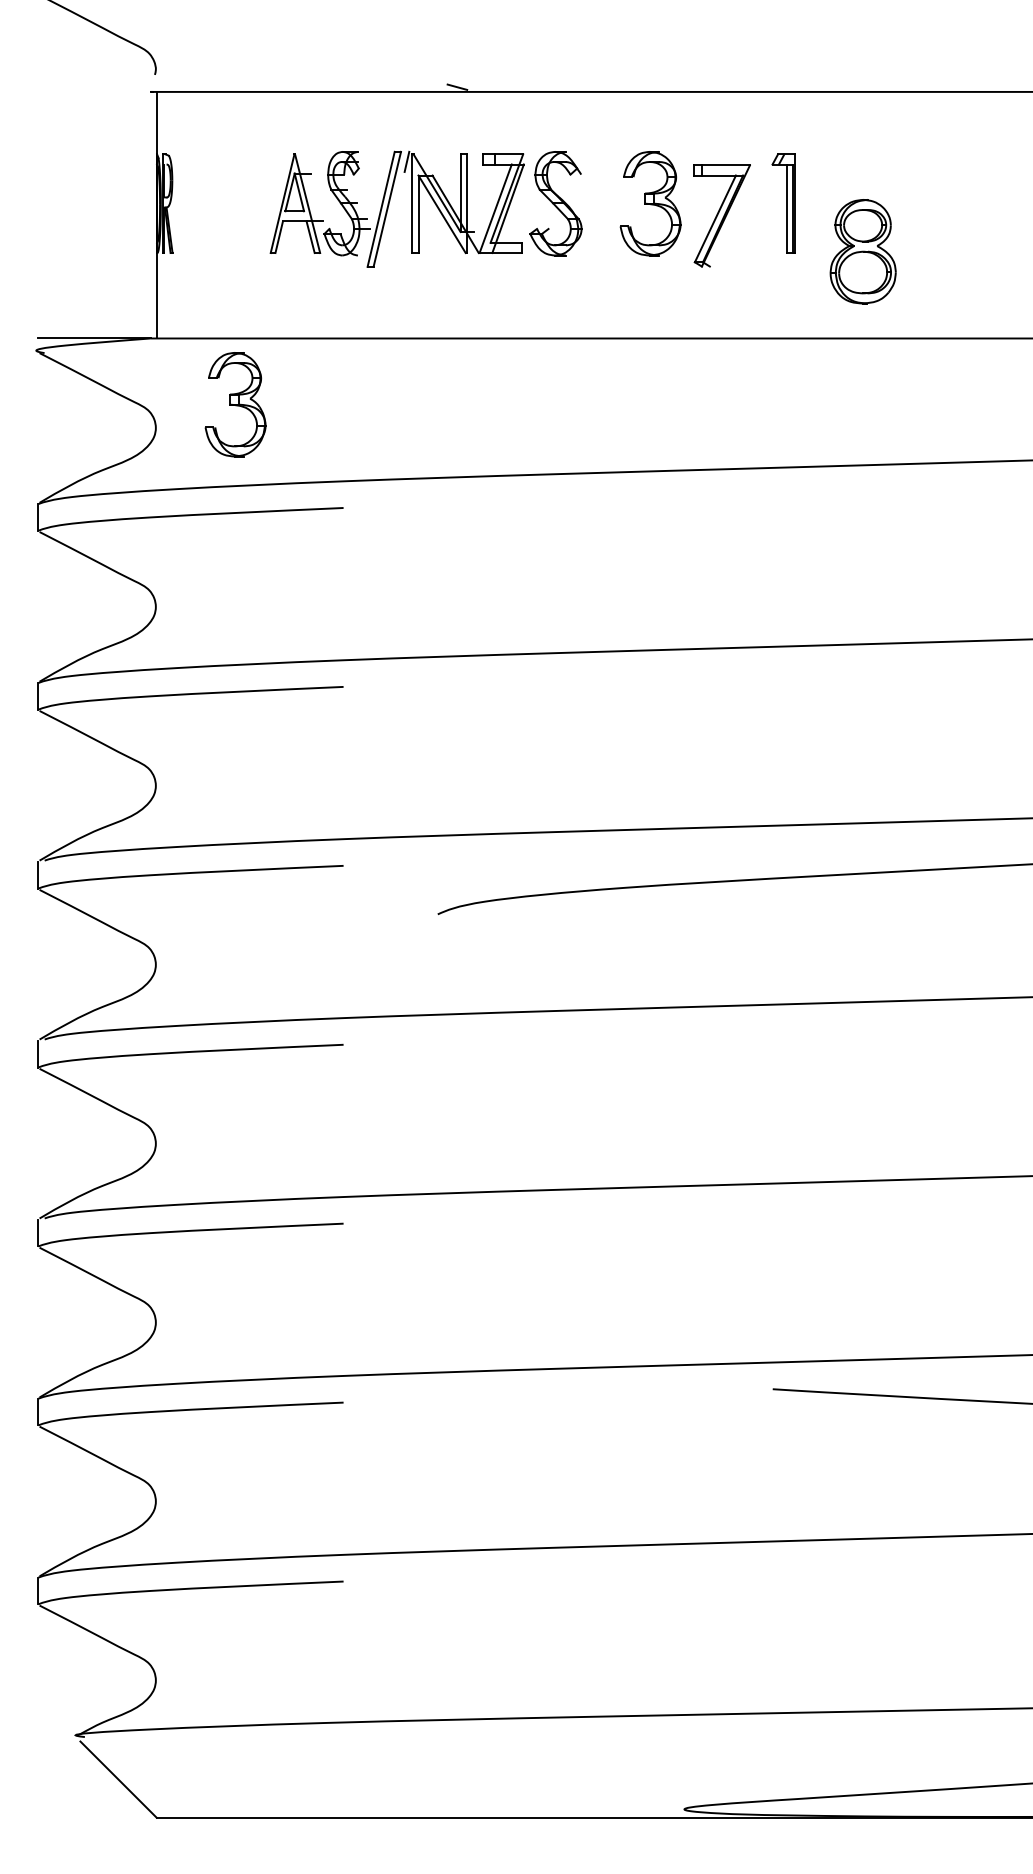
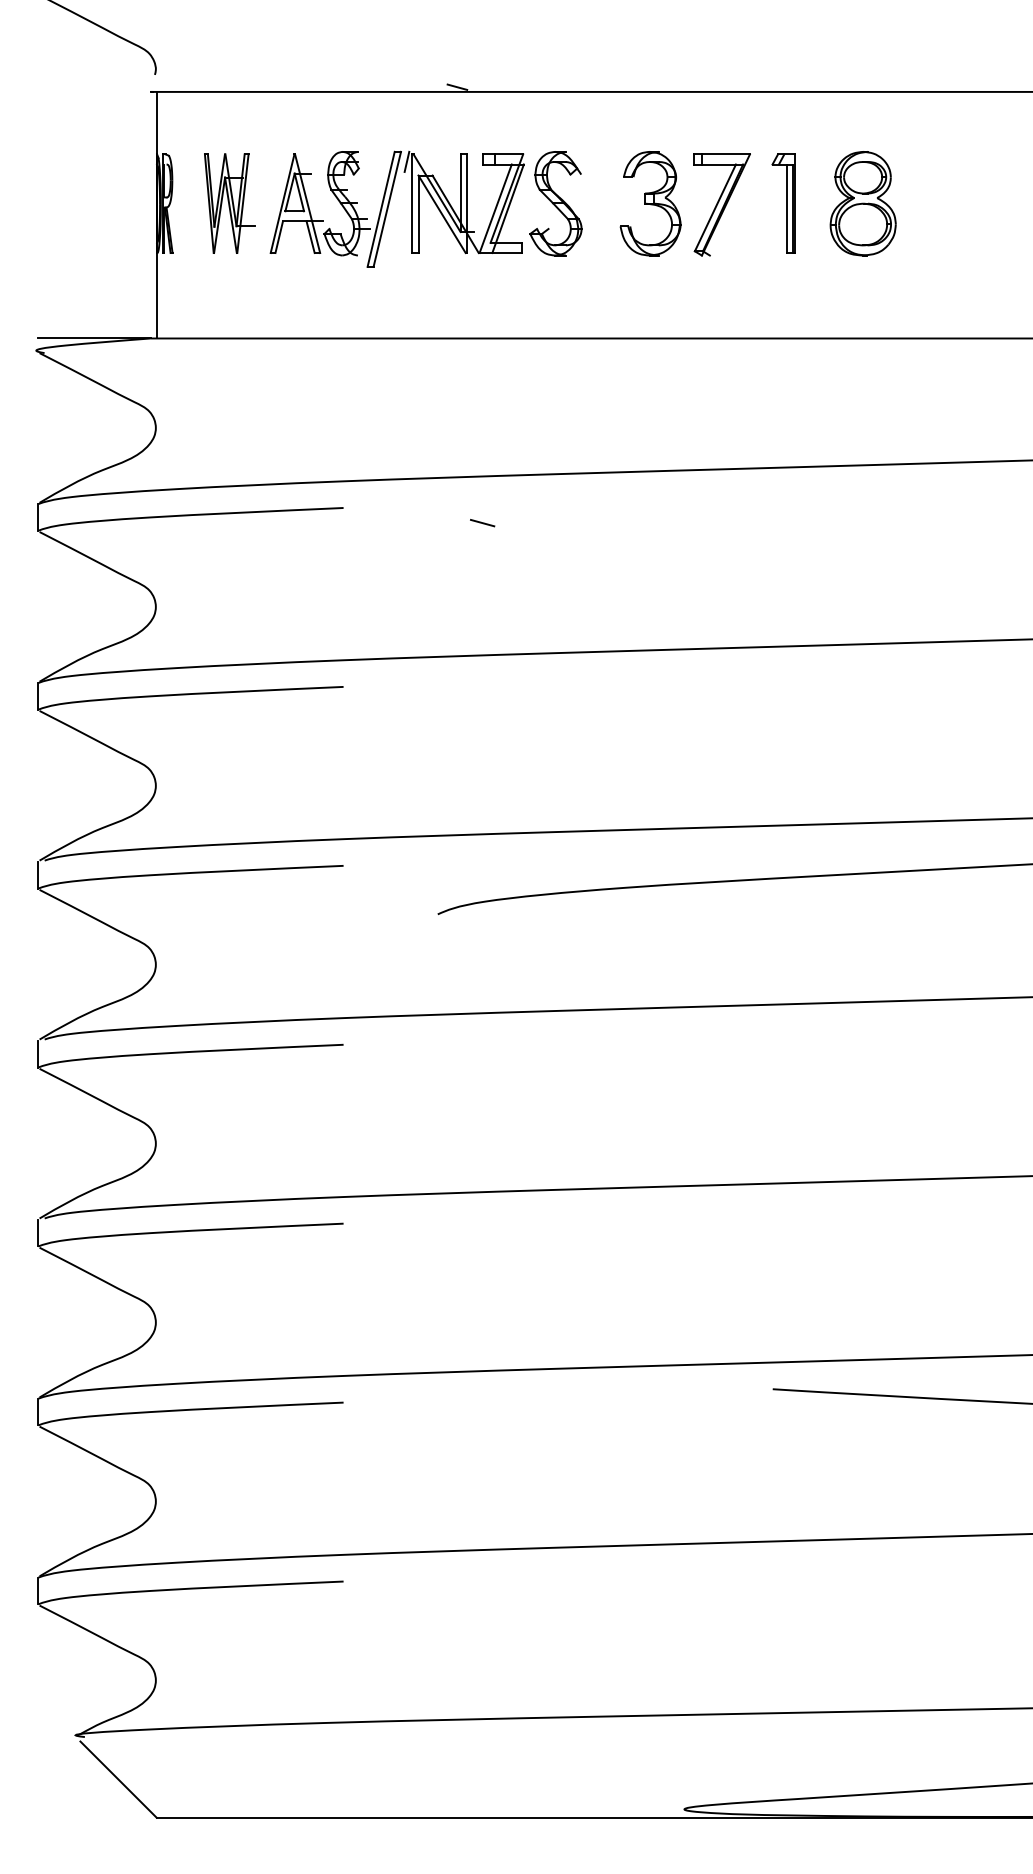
part at (229, 203): none -> present
part at (721, 215) position: (721, 215) -> (721, 204)
part at (862, 251) position: (862, 251) -> (862, 203)
part at (235, 404): present -> none
line at (482, 522): none -> present
